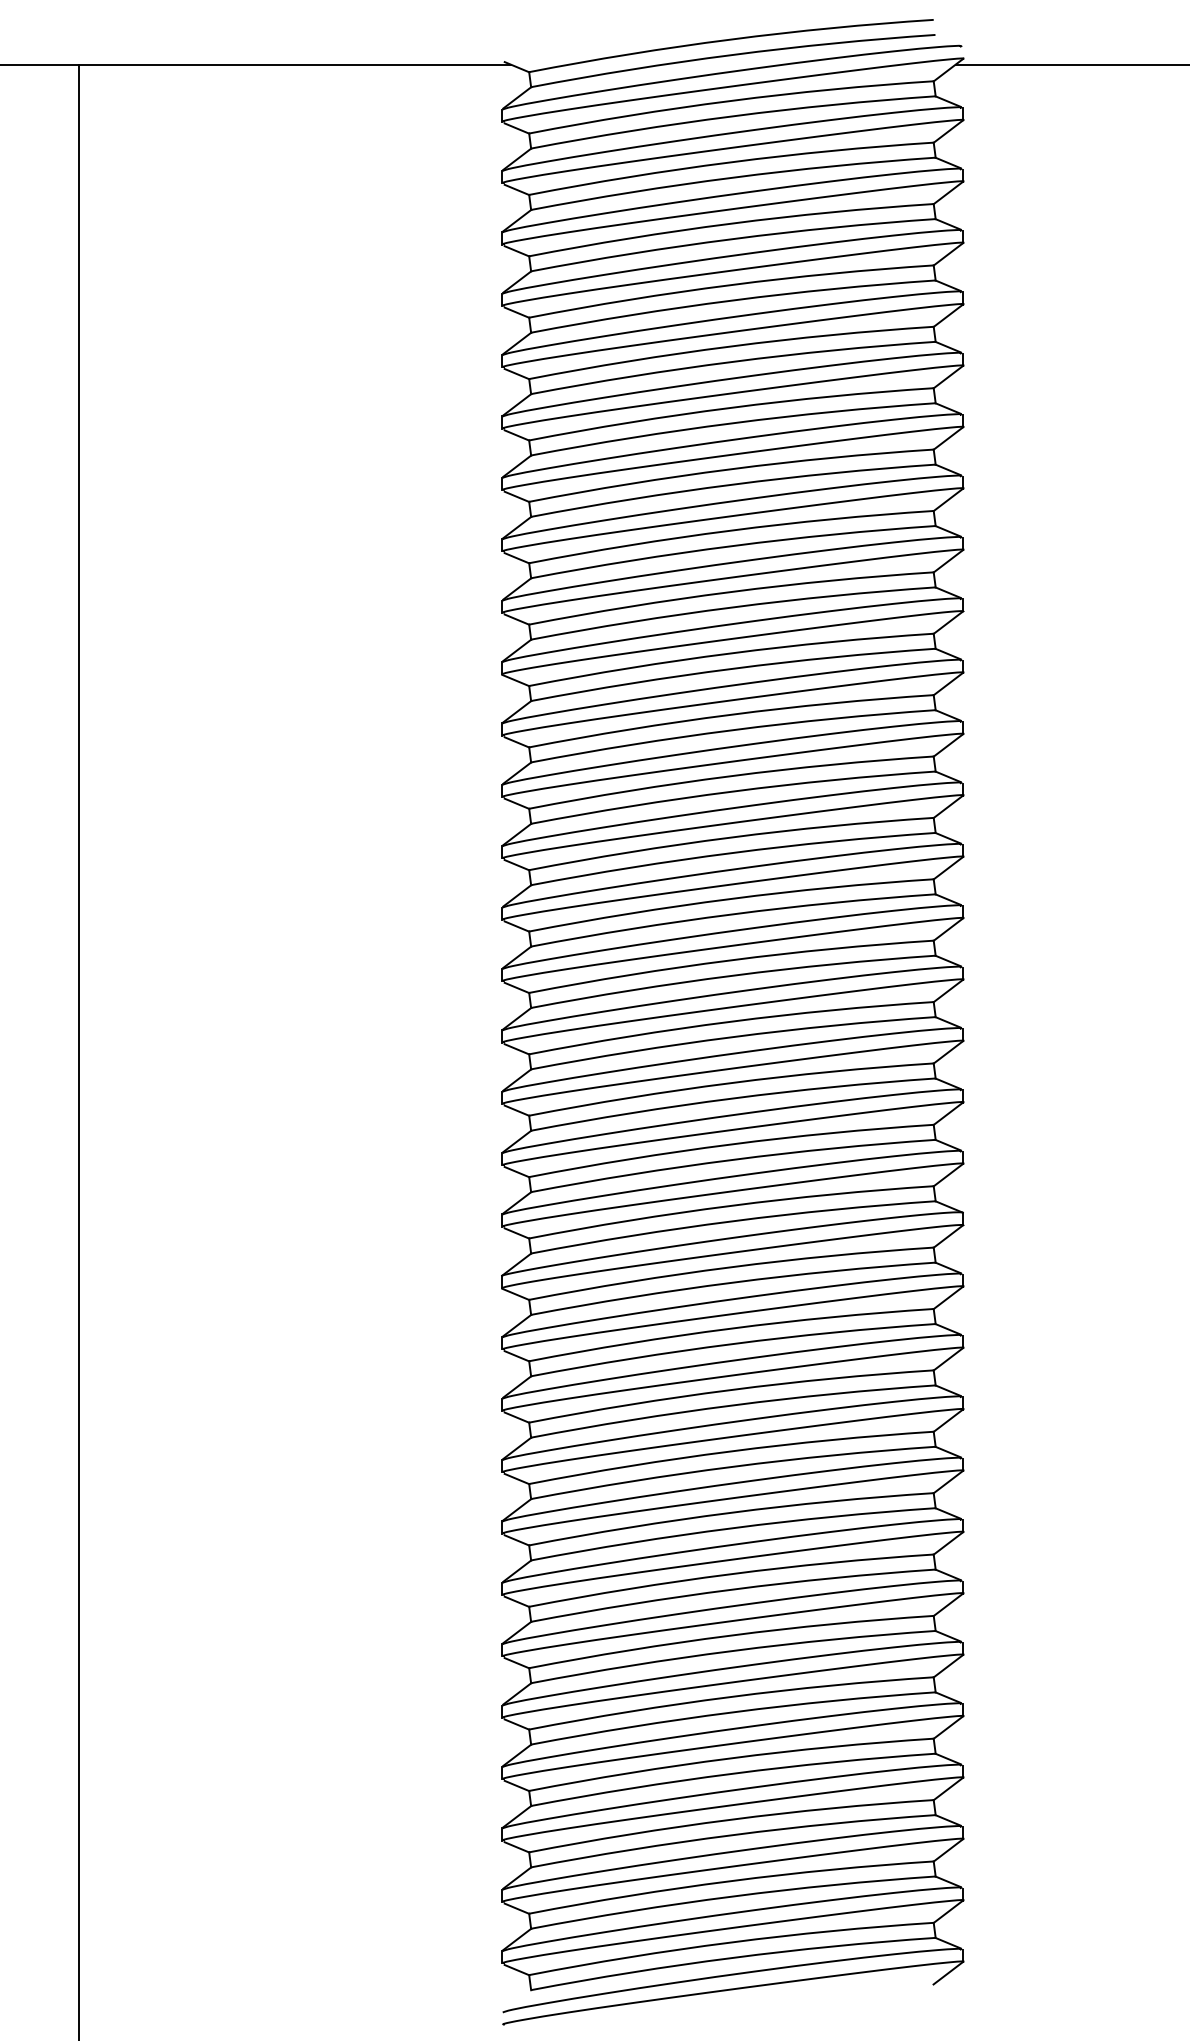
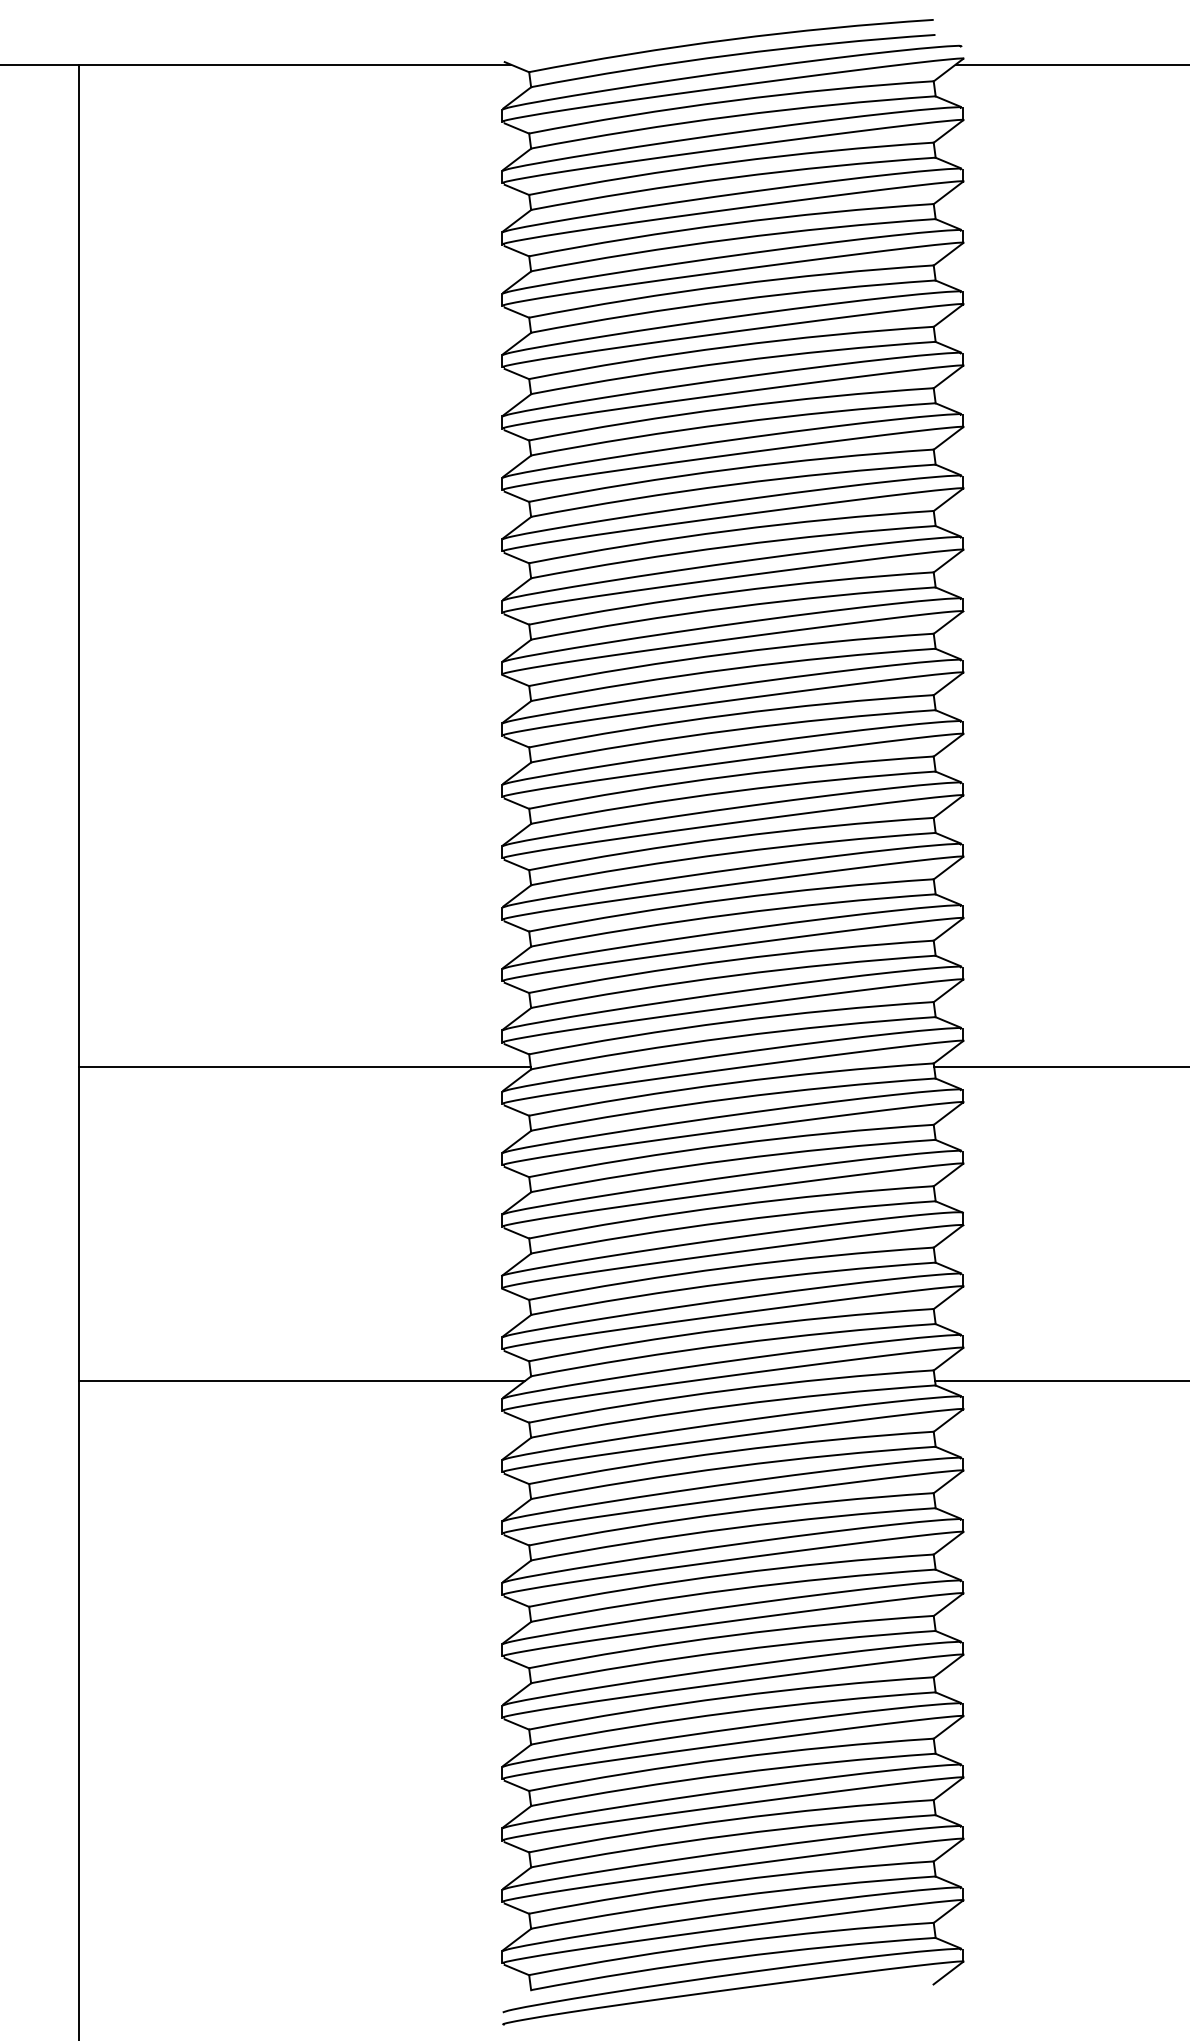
line at (304, 1066): none -> present
line at (1060, 1066): none -> present
line at (301, 1381): none -> present
line at (1060, 1381): none -> present
